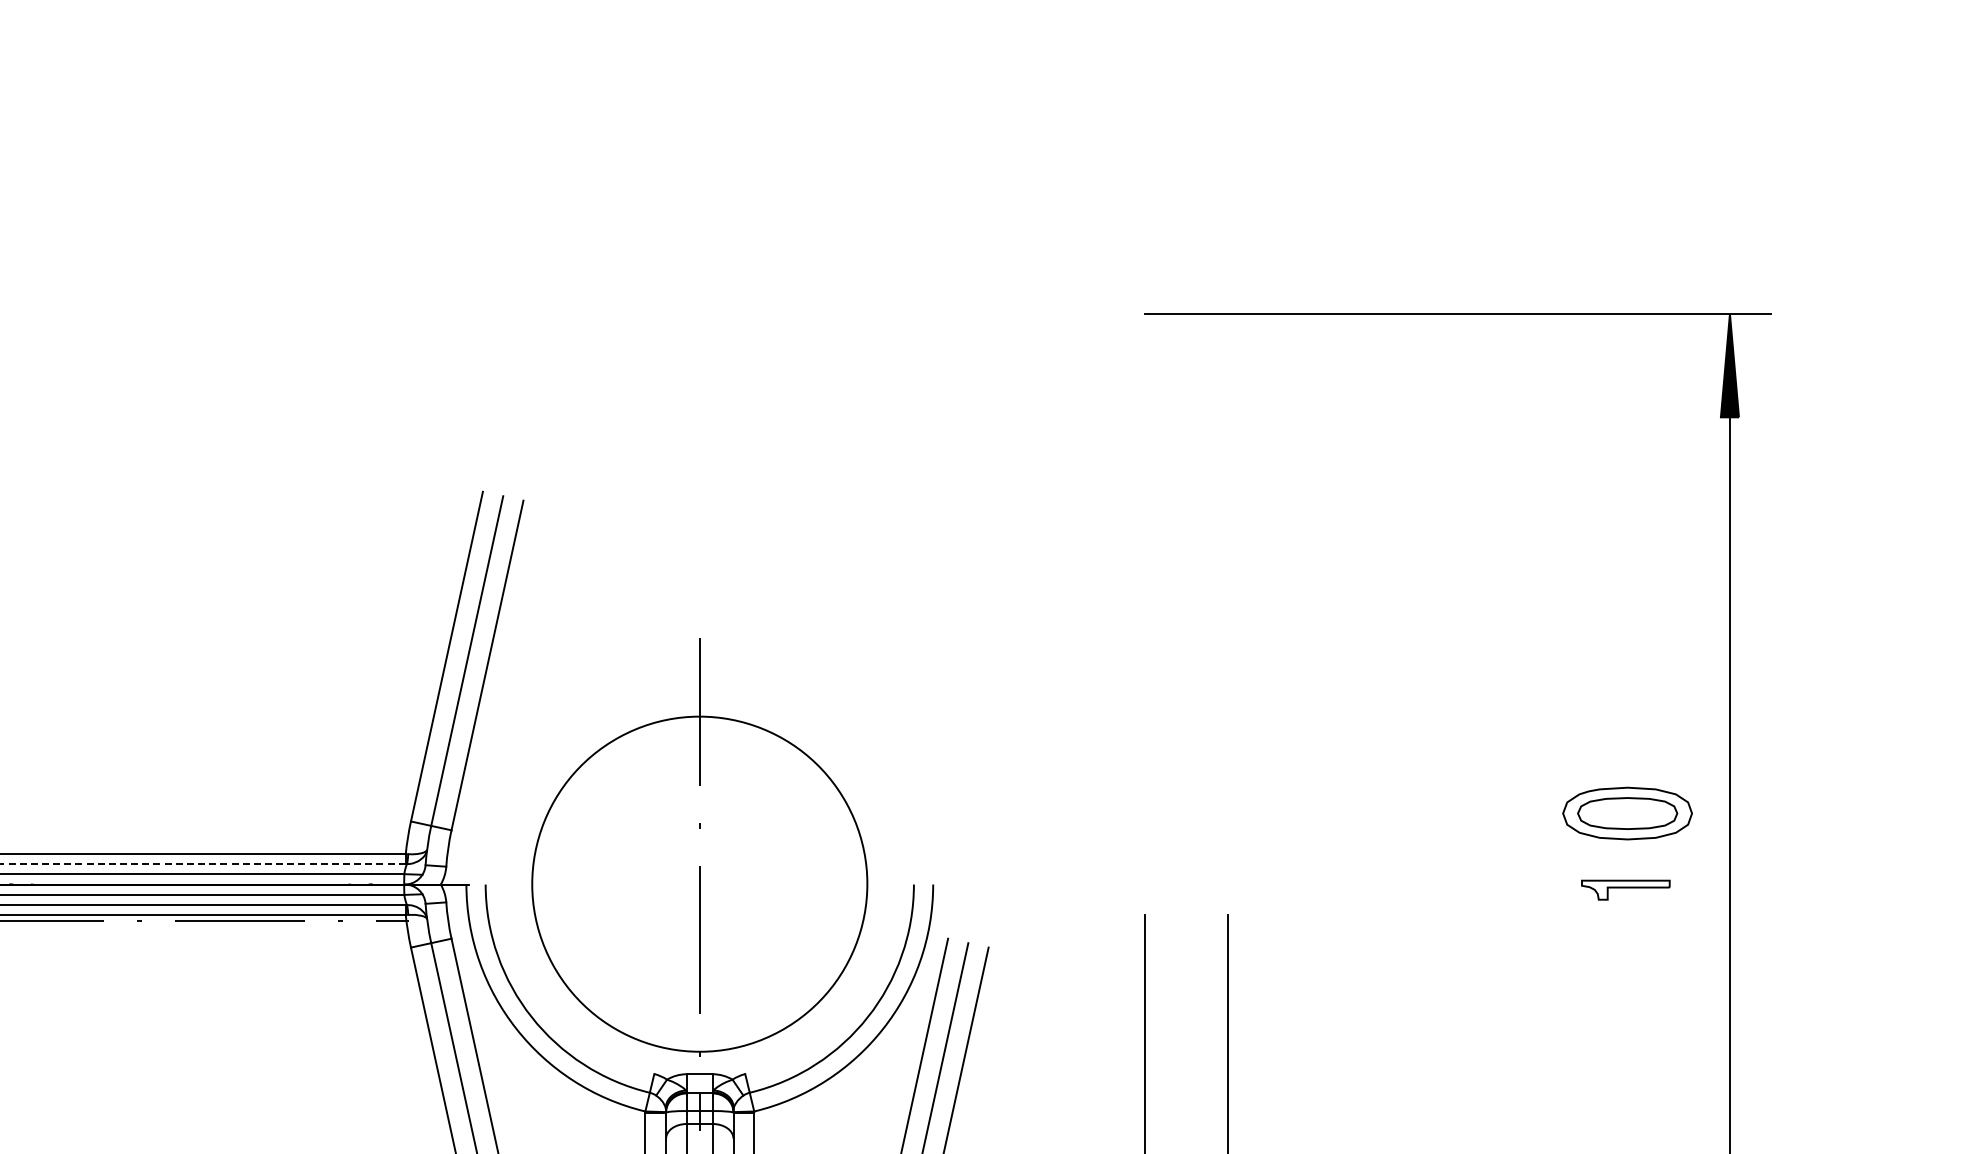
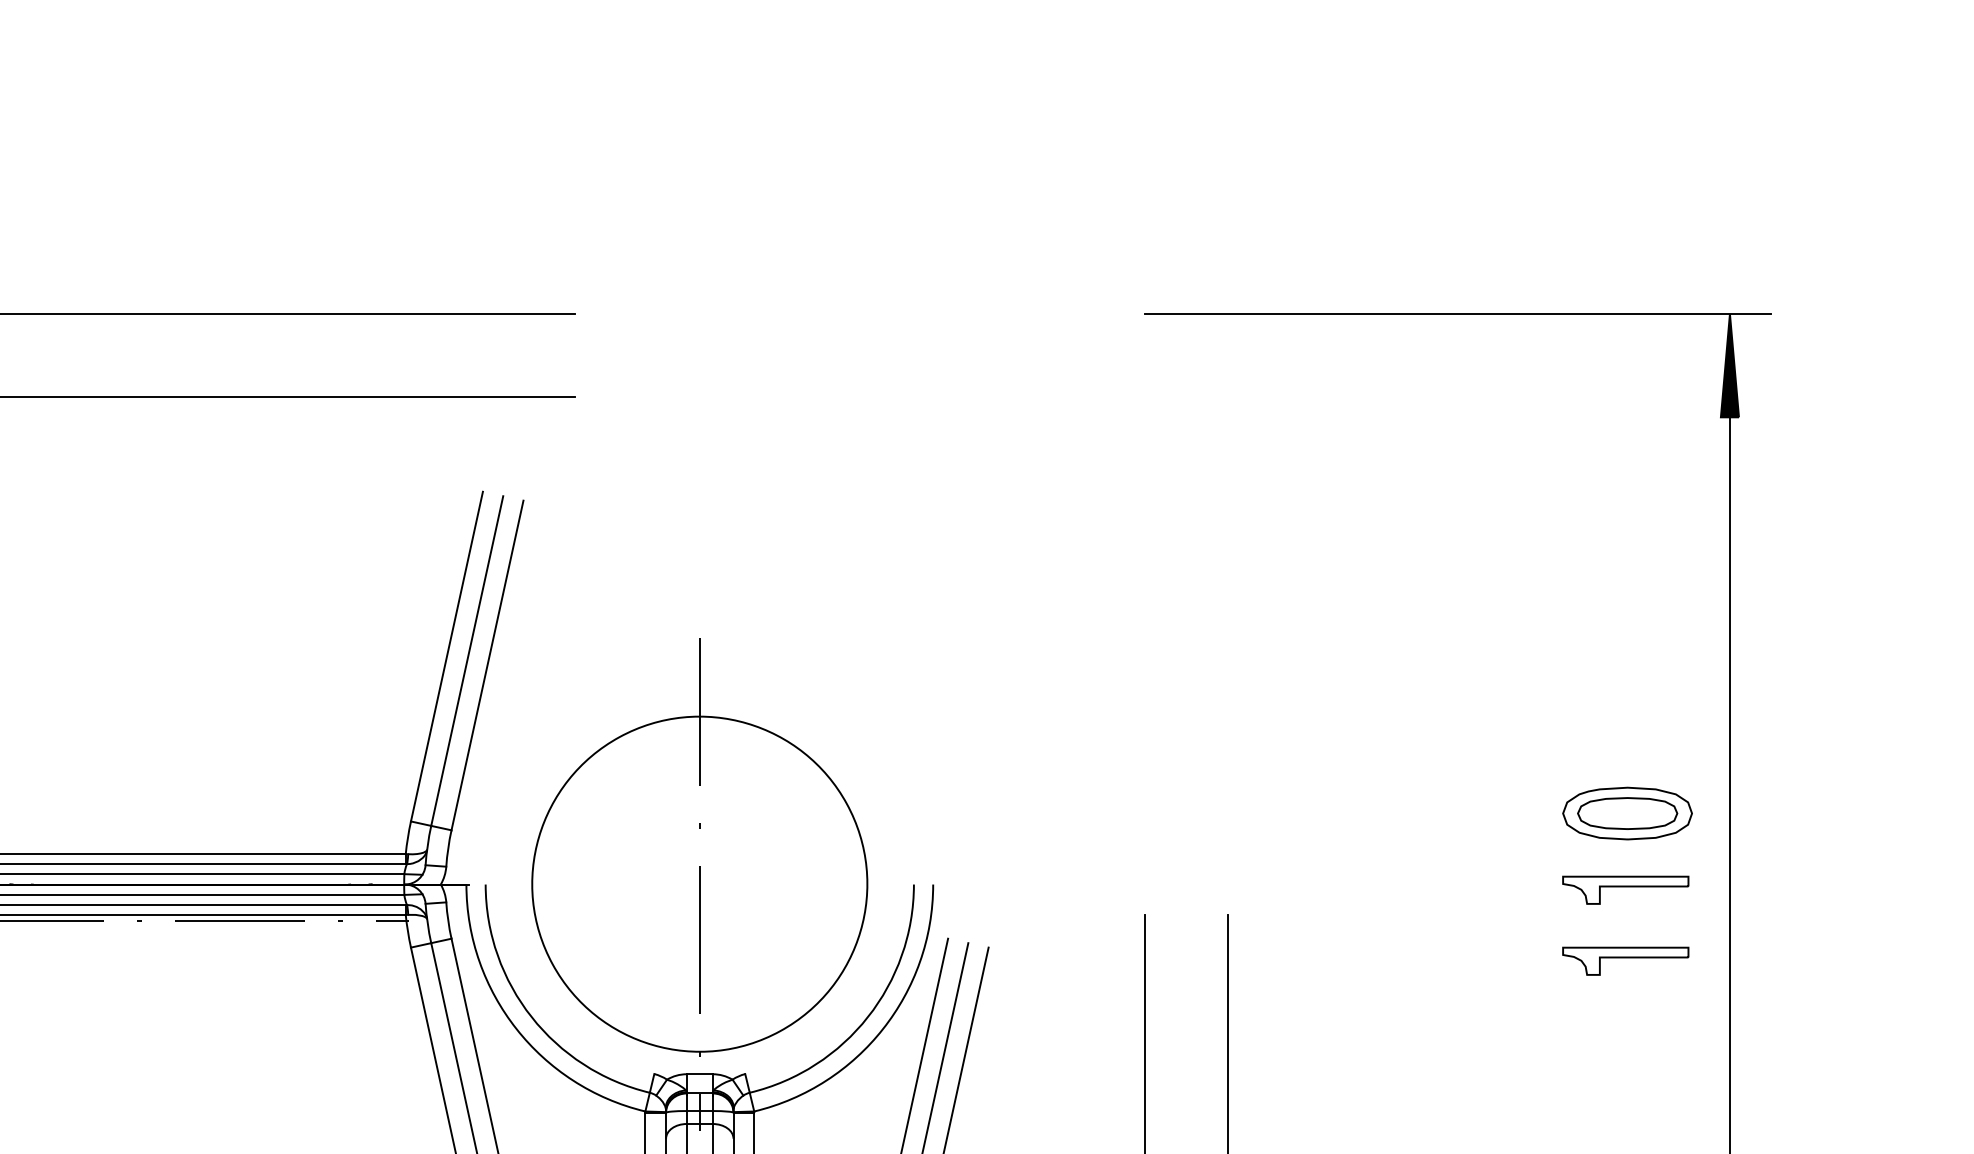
line at (288, 314): none -> present
line at (288, 397): none -> present
line at (203, 864): dashed -> solid
part at (1625, 889) size: 90x22 px -> 128x30 px
part at (1625, 960): none -> present
